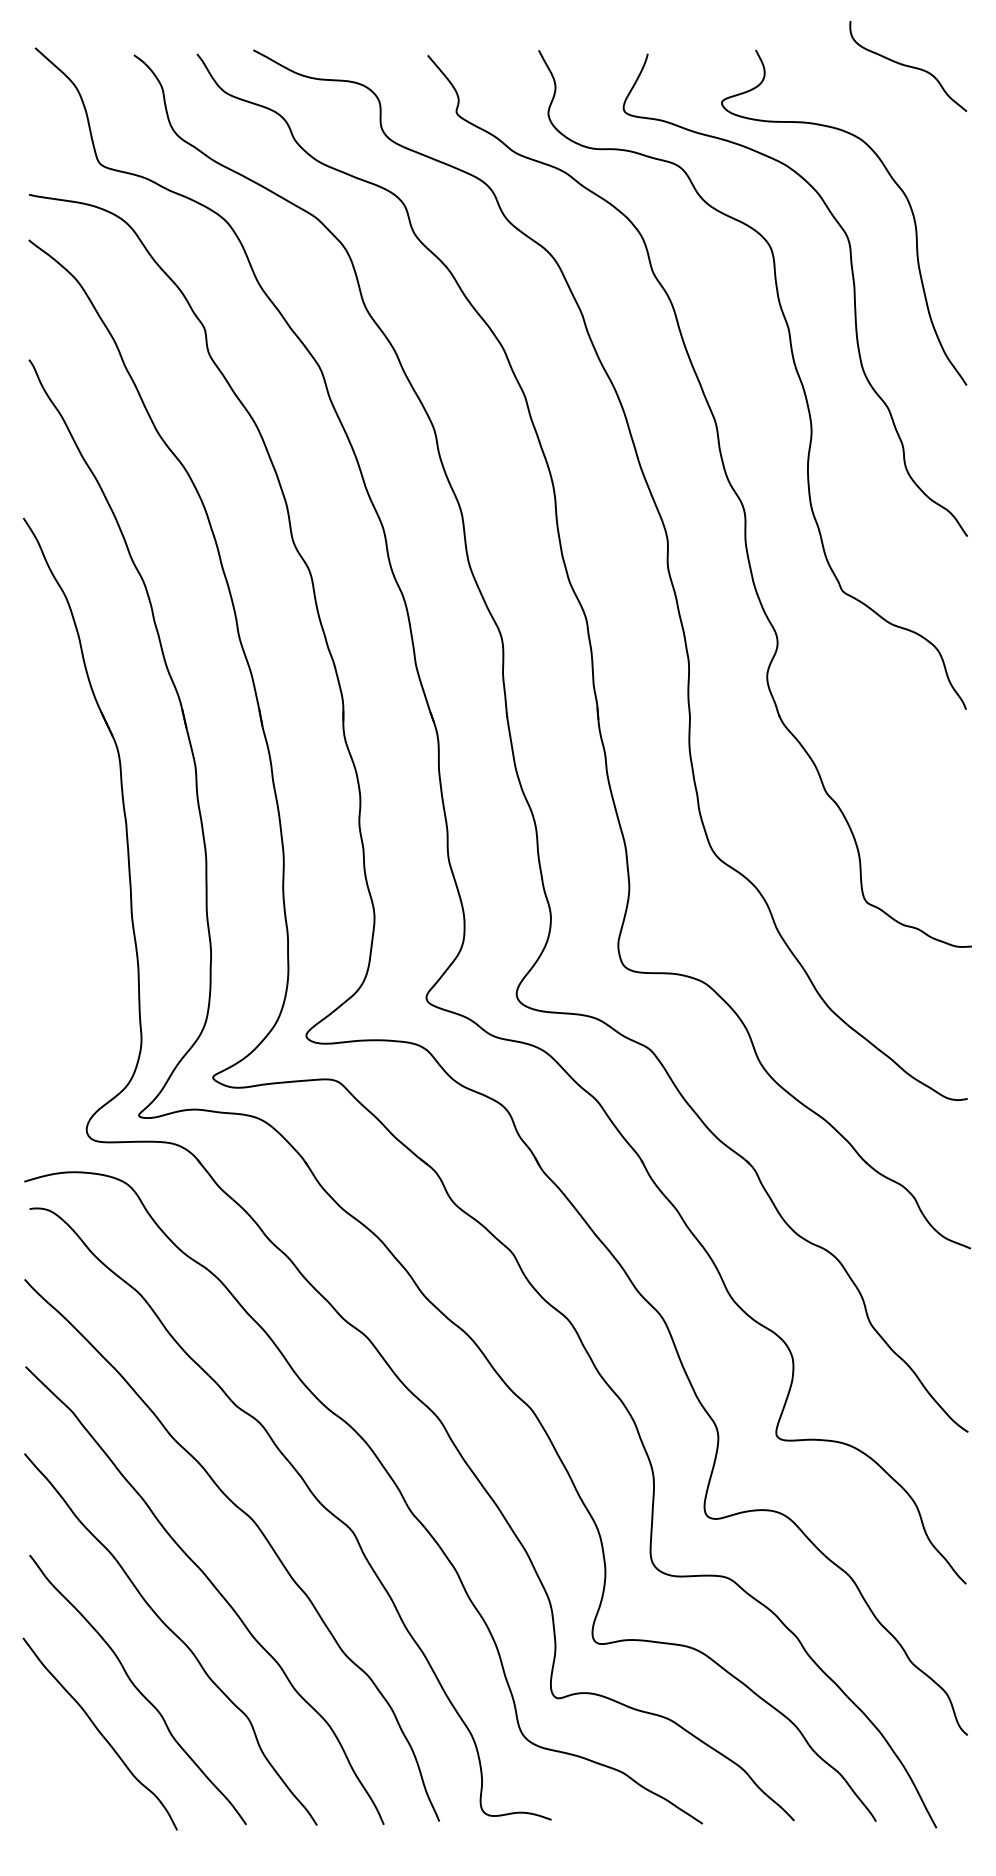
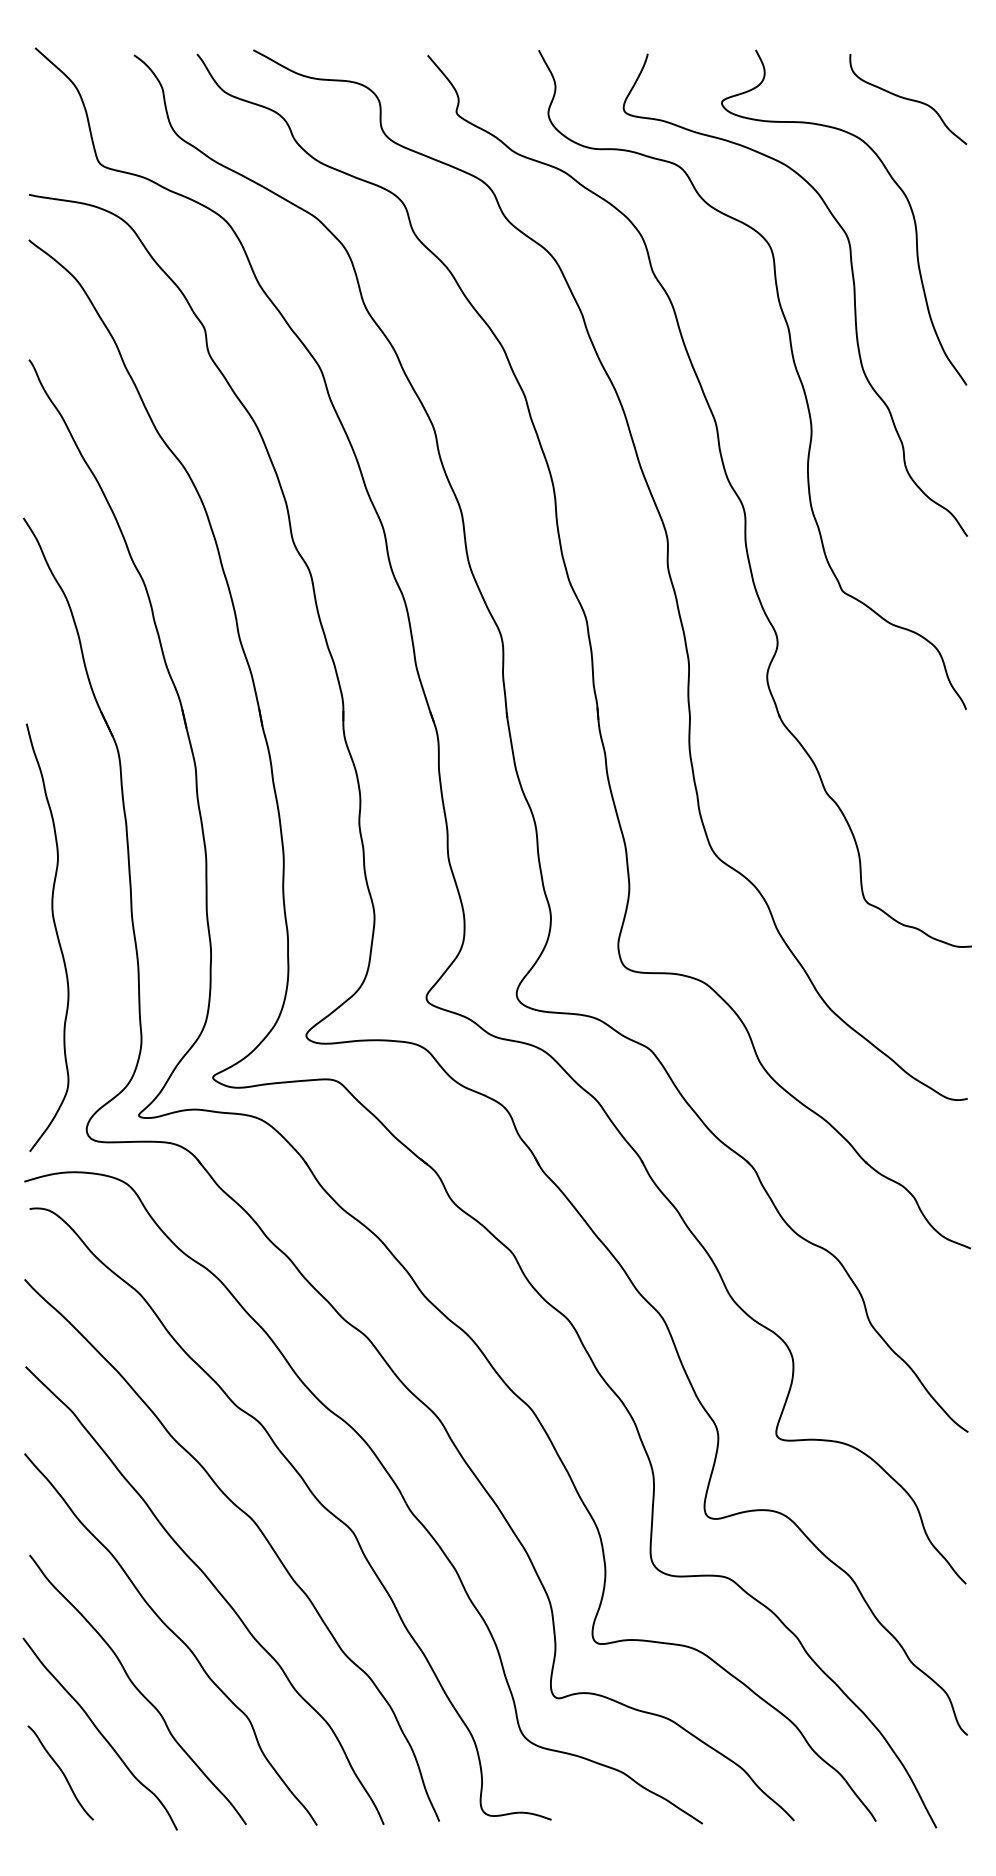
curve at (908, 66) position: (908, 66) -> (908, 99)
curve at (56, 936): none -> present
curve at (60, 1771): none -> present
